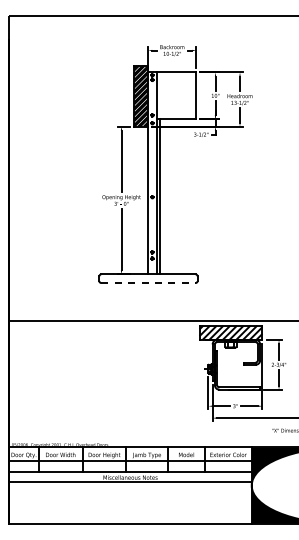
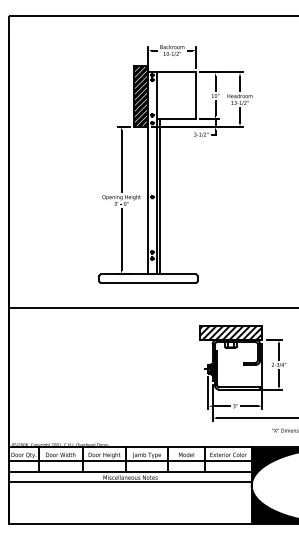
line at (148, 283): dashed -> solid
line at (152, 321) position: (152, 321) -> (152, 308)
